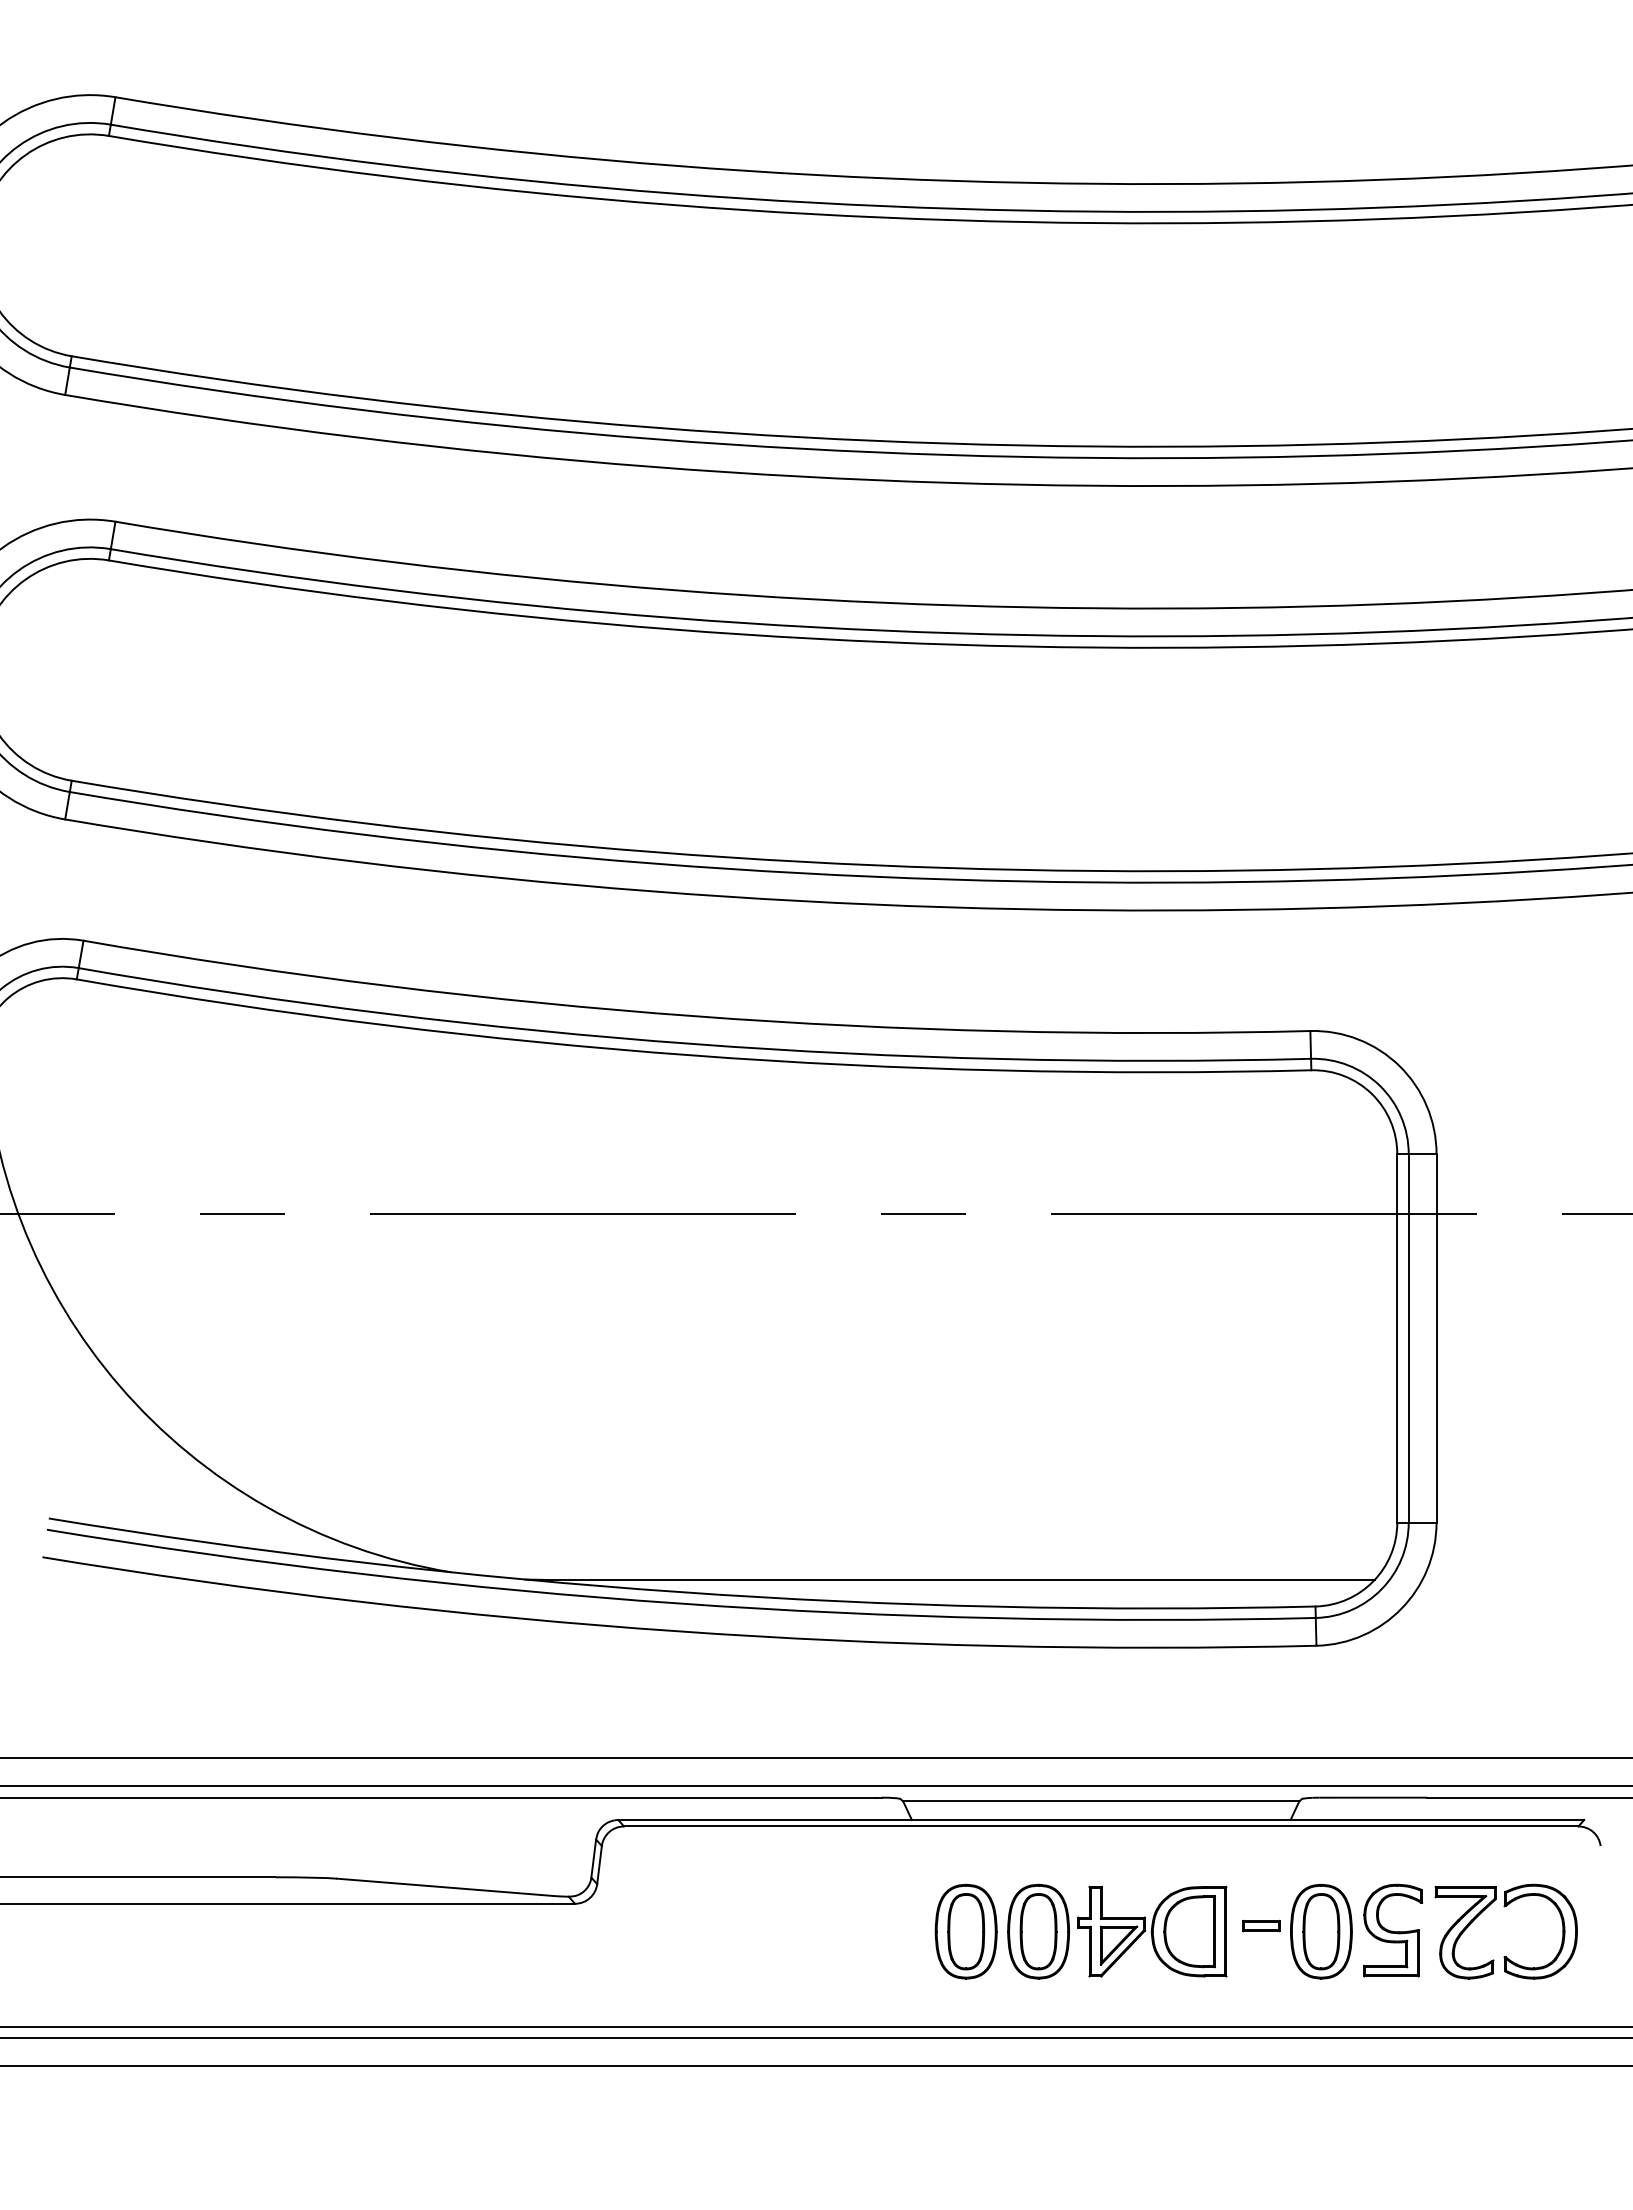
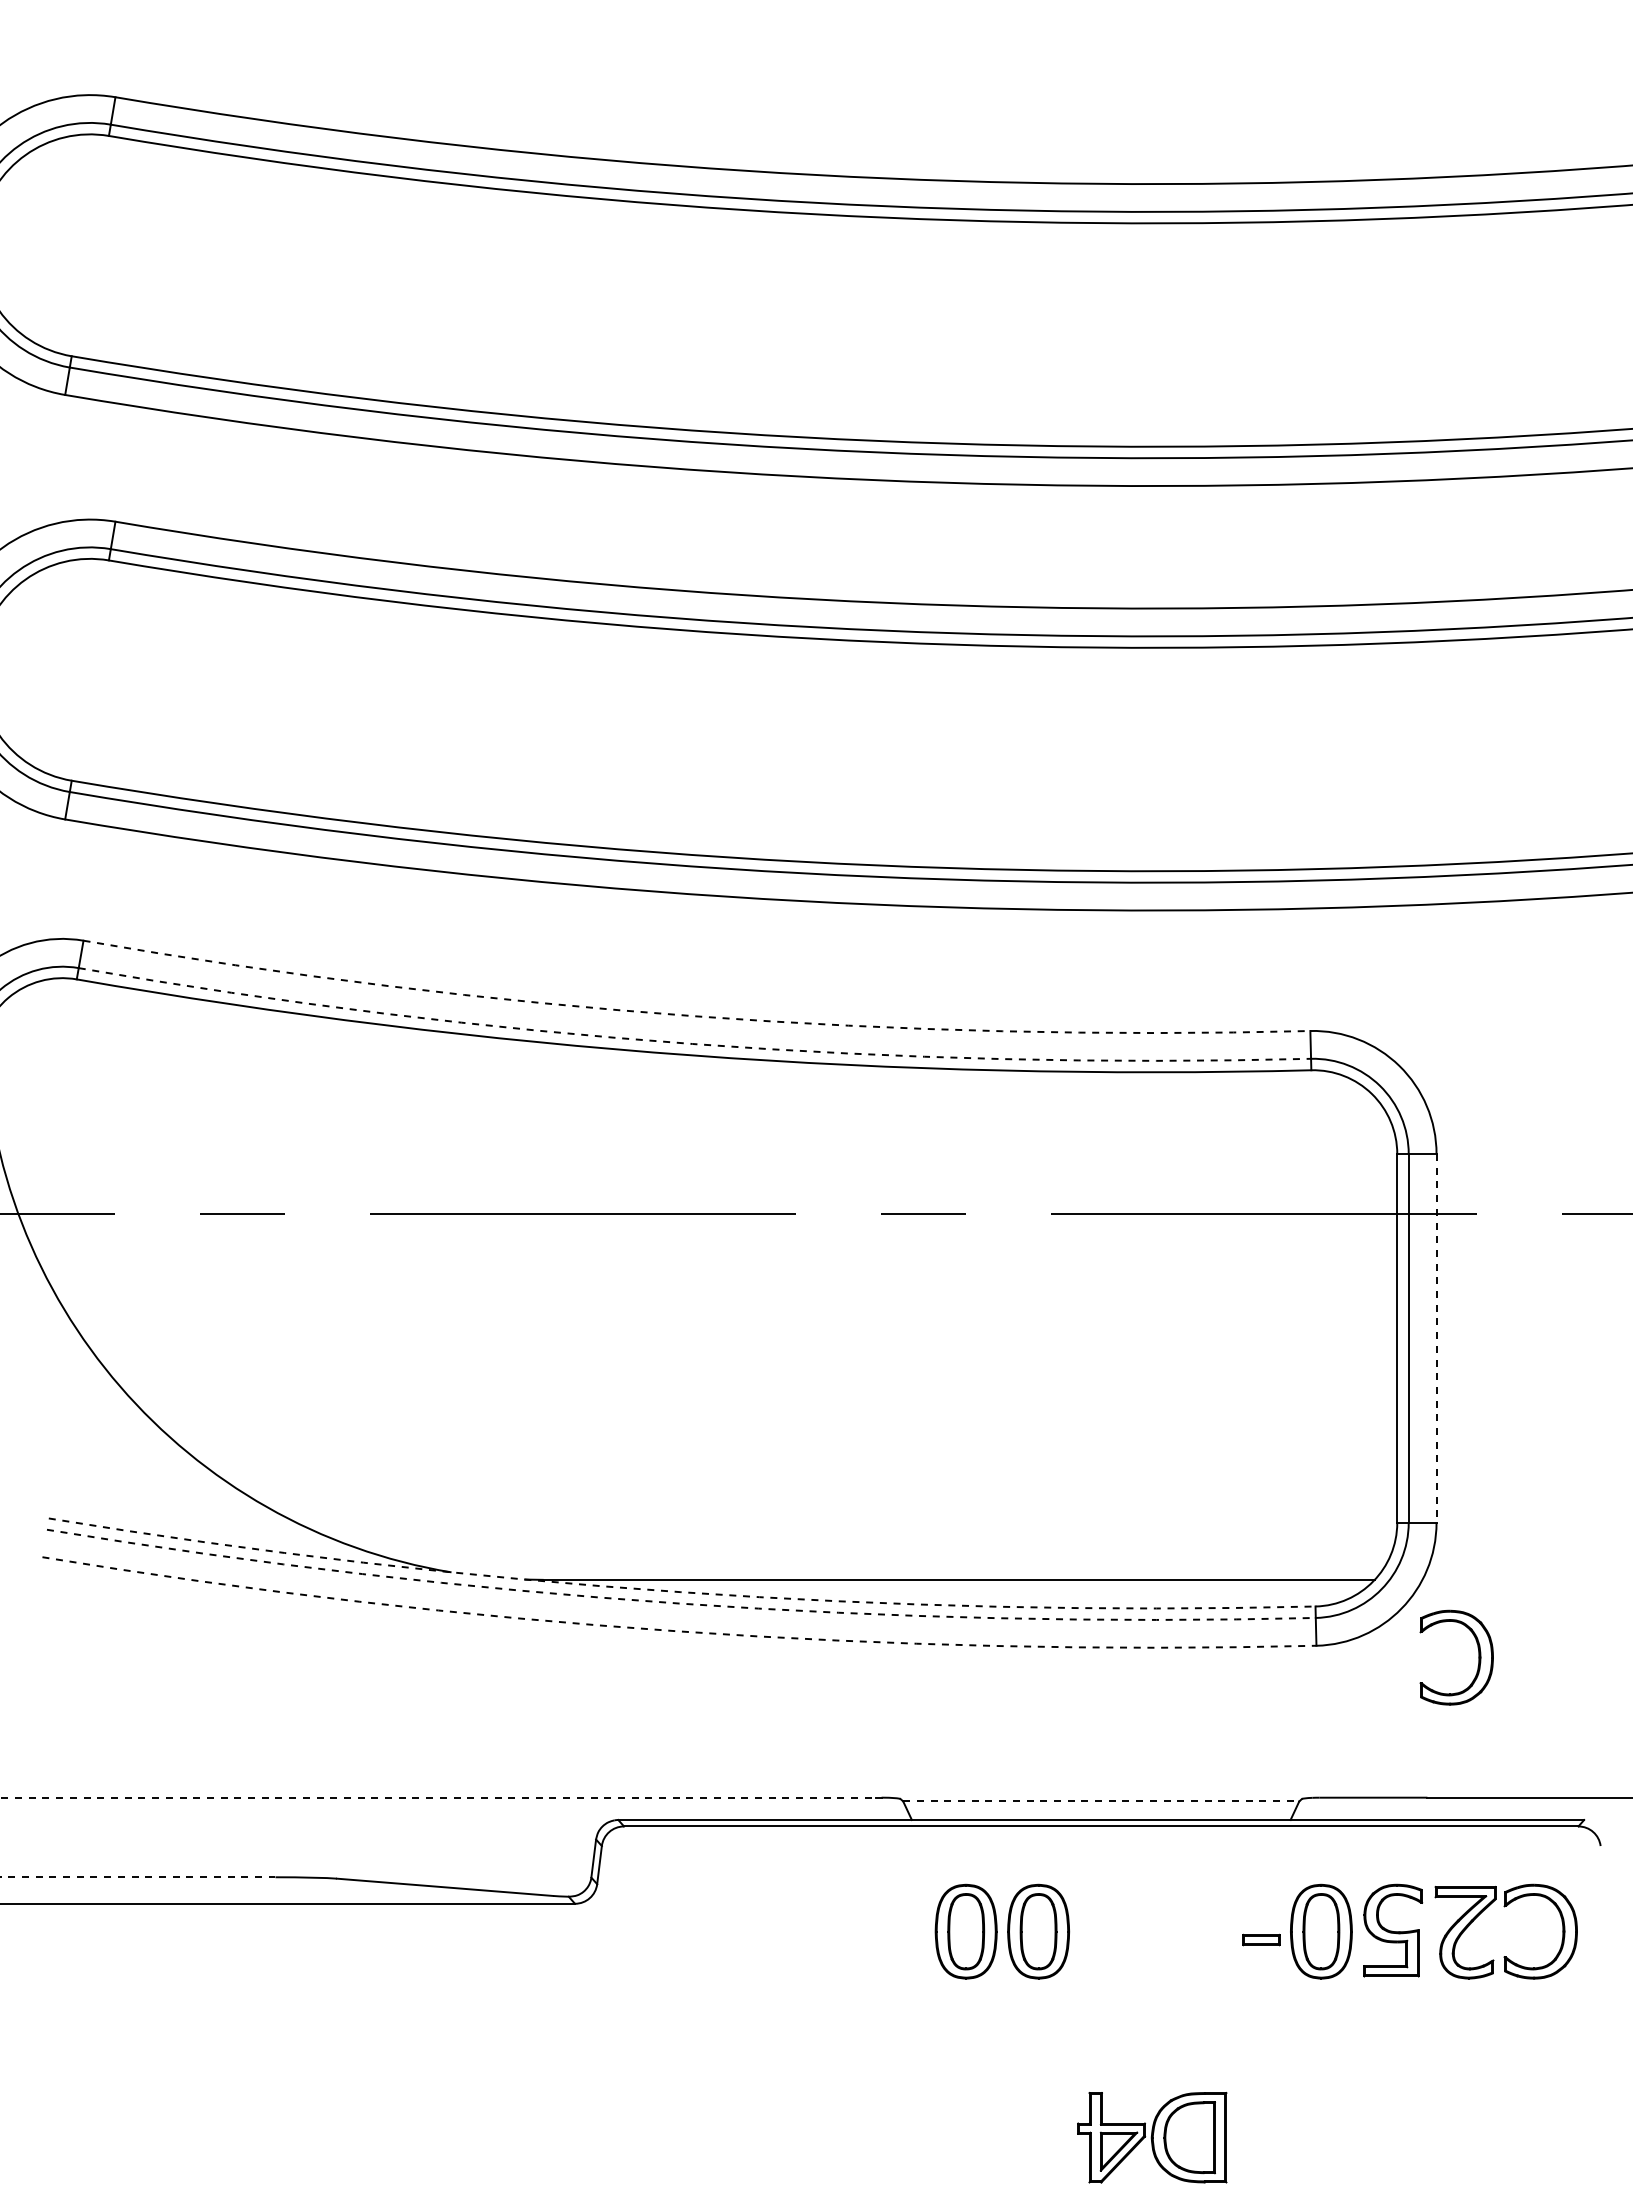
arc at (694, 1016): solid -> dashed
arc at (692, 1044): solid -> dashed
line at (1436, 1338): solid -> dashed
arc at (680, 1592): solid -> dashed
arc at (679, 1603): solid -> dashed
arc at (677, 1631): solid -> dashed
part at (1478, 1657): none -> present
line at (815, 1758): present -> none
line at (815, 1786): present -> none
line at (437, 1797): solid -> dashed
line at (1101, 1801): solid -> dashed
line at (137, 1877): solid -> dashed
part at (1261, 1925) position: (1261, 1925) -> (1261, 1939)
part at (1152, 1931) position: (1152, 1931) -> (1152, 2137)
line at (815, 2027): present -> none
line at (815, 2038): present -> none
line at (815, 2065): present -> none
